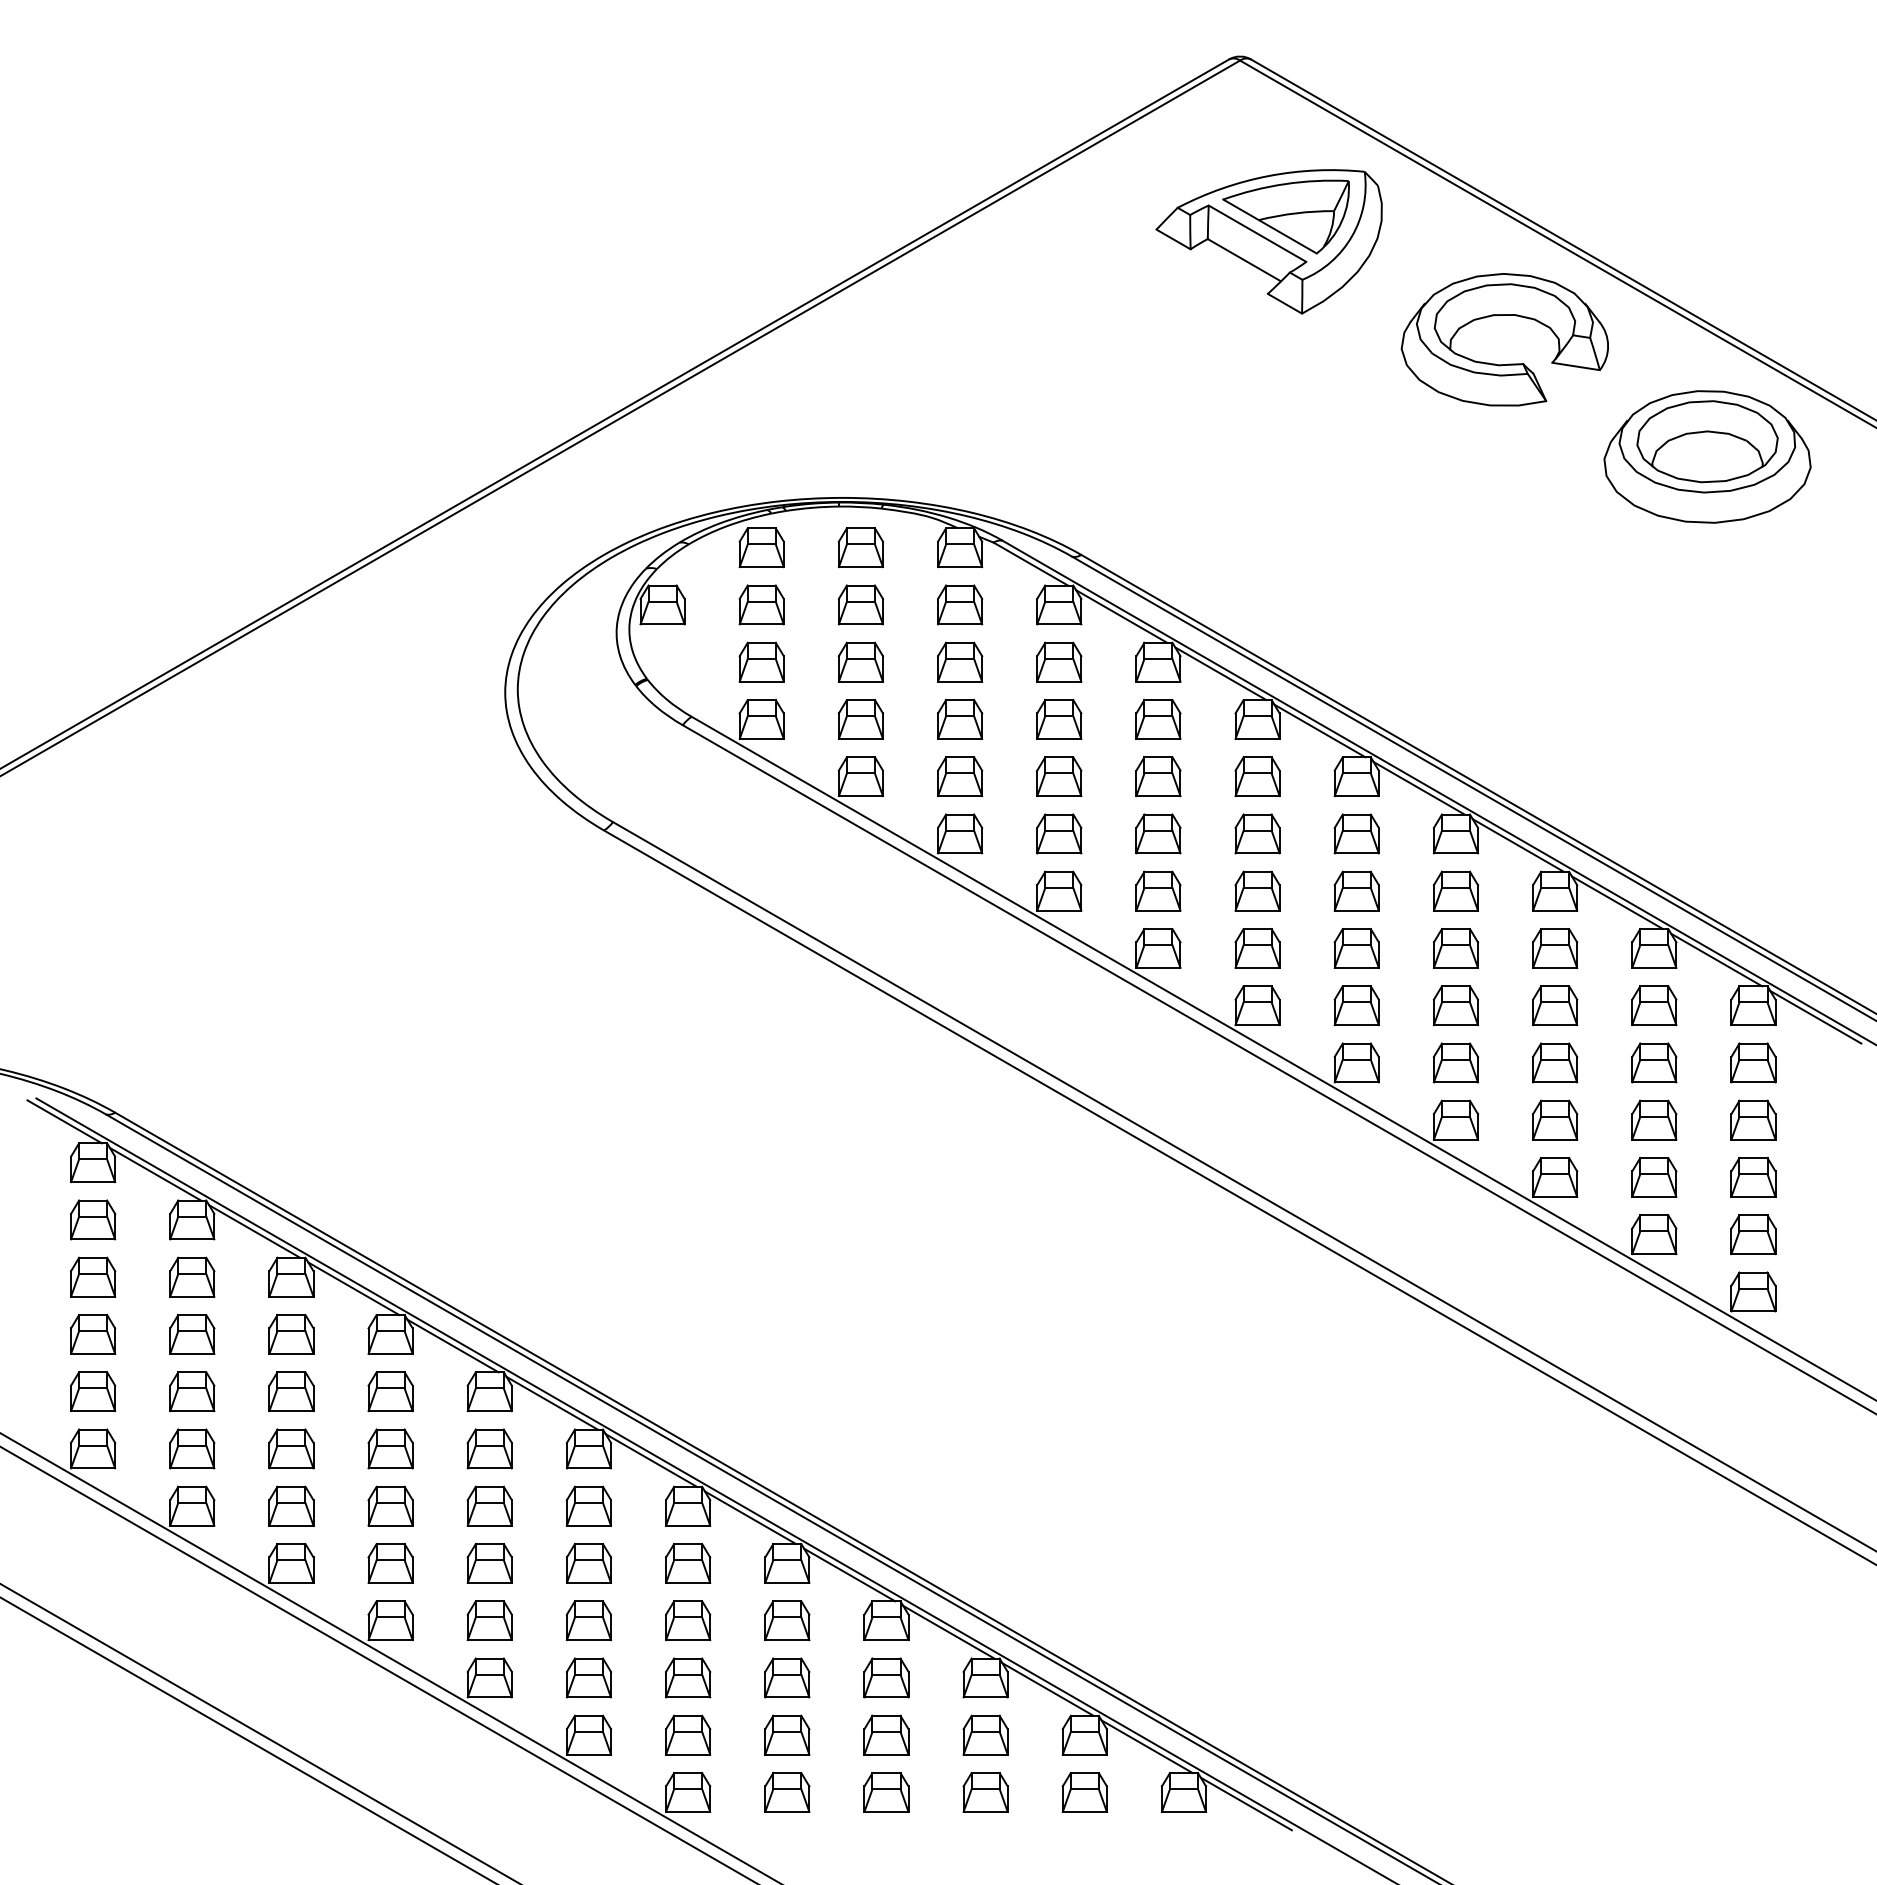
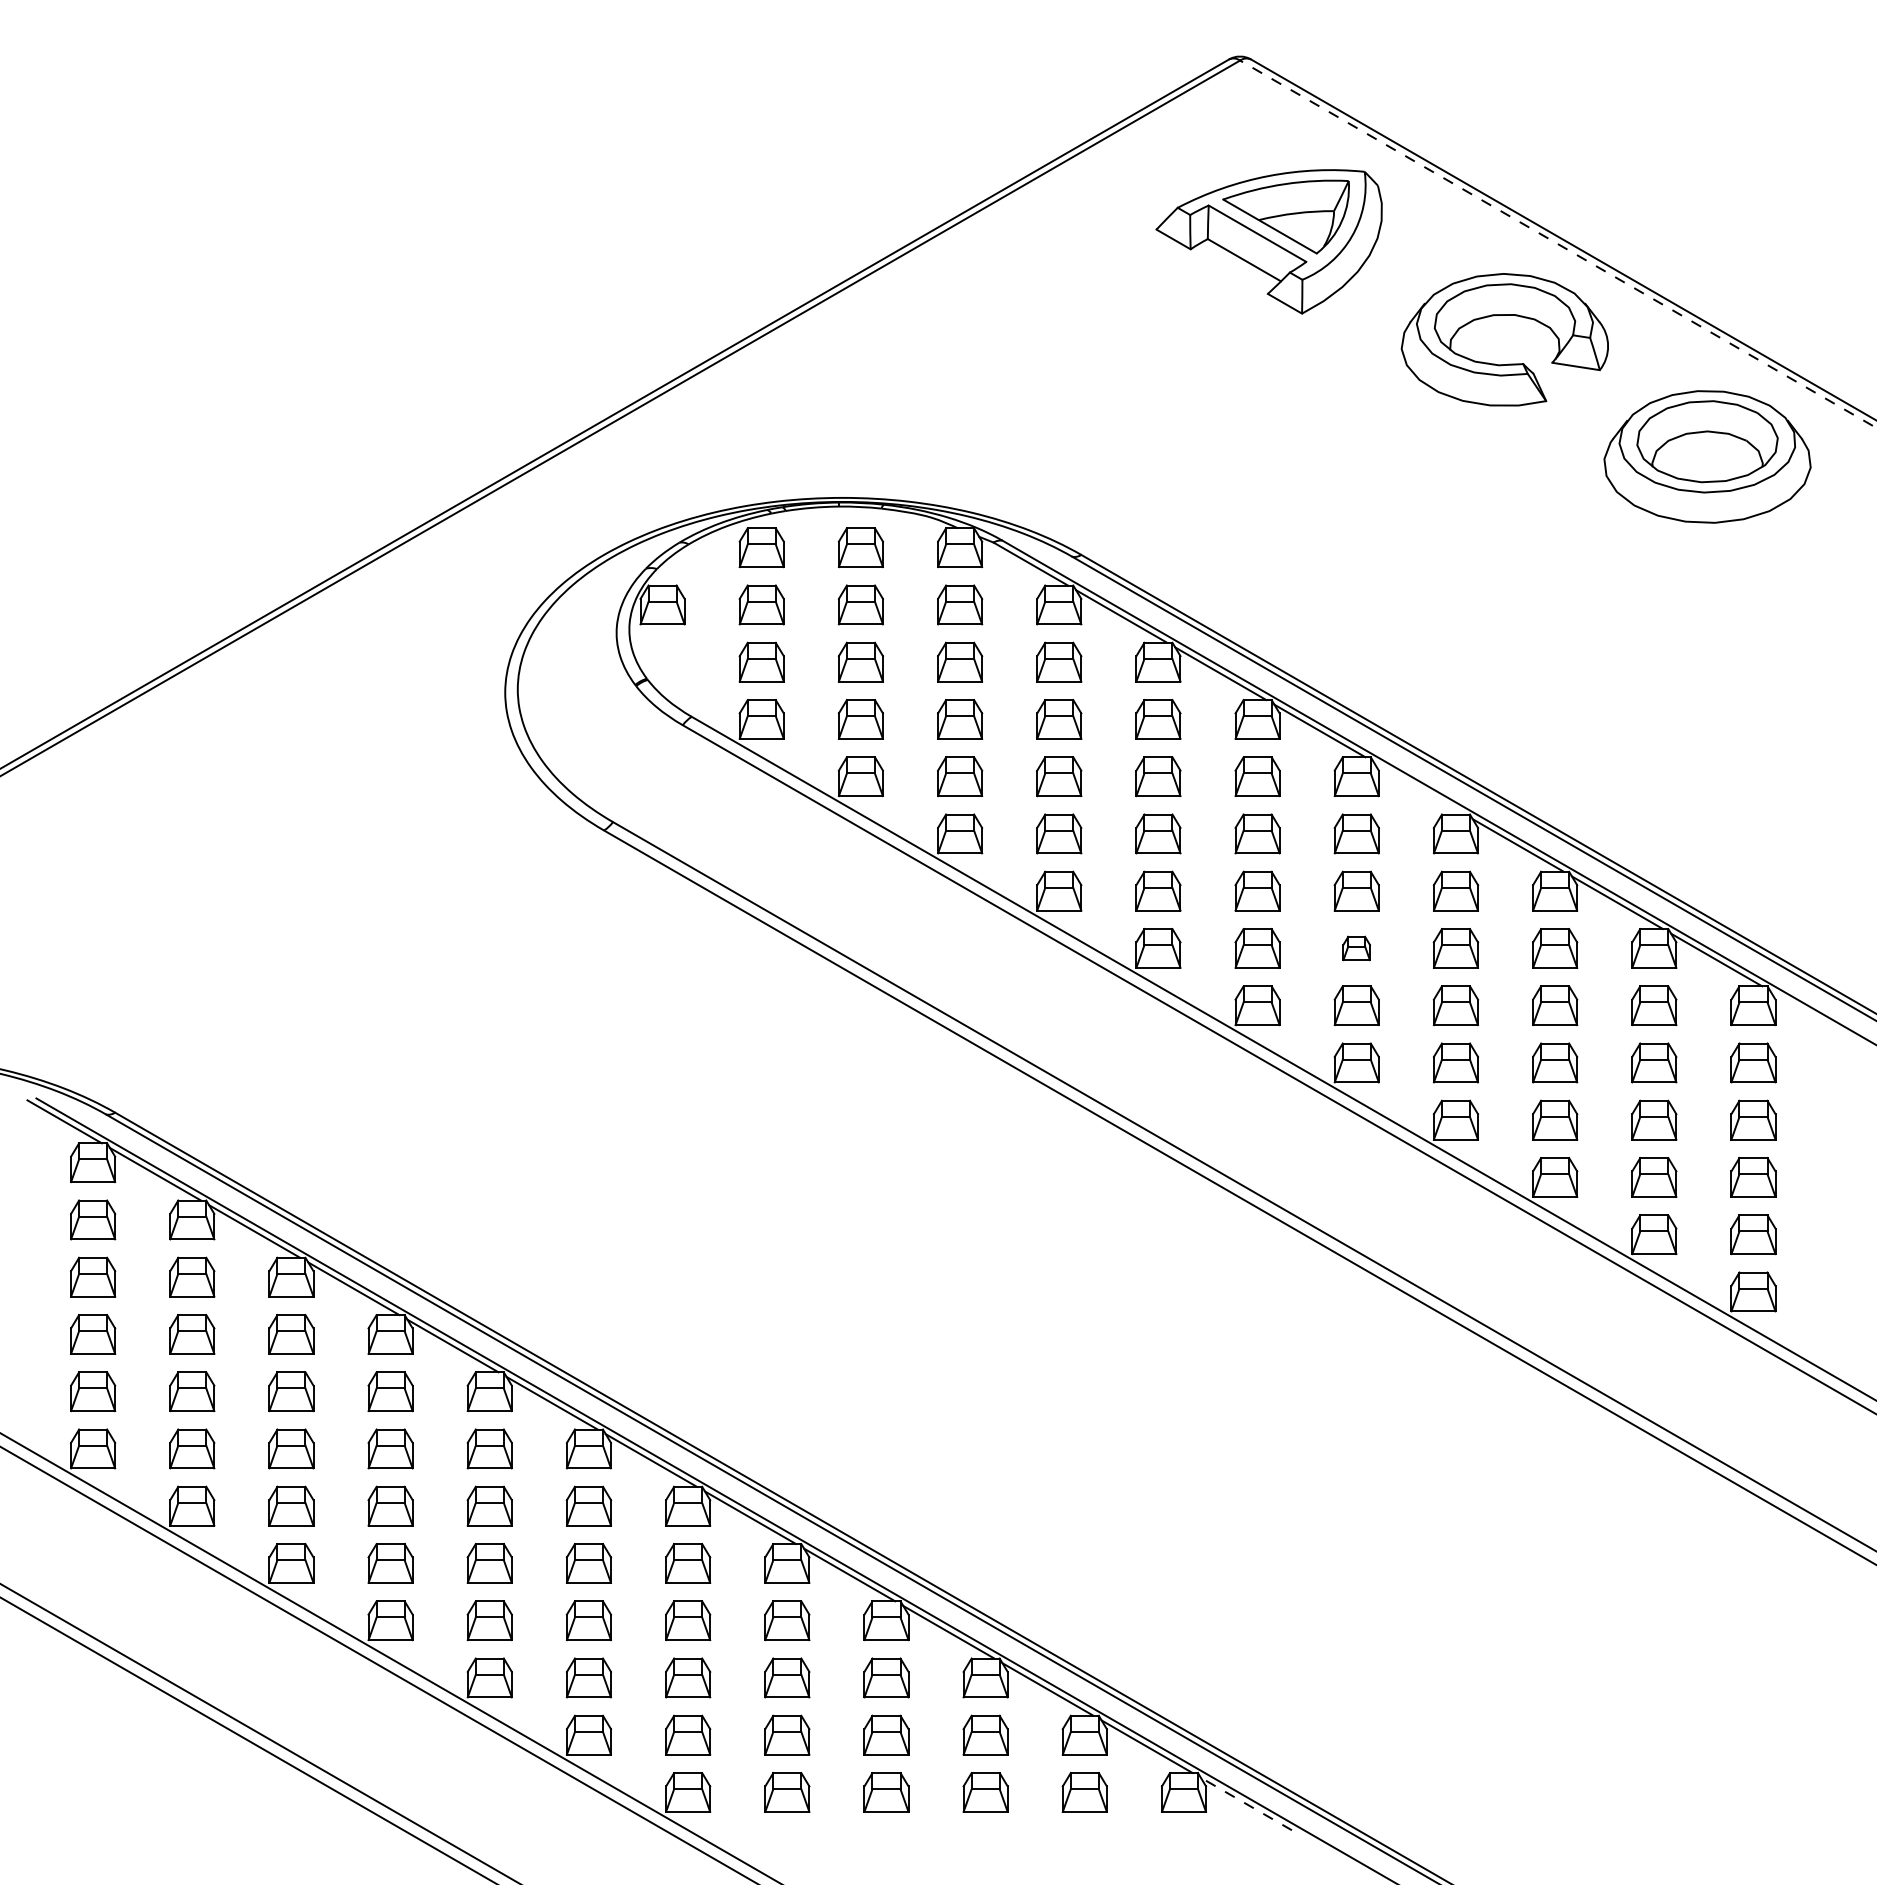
line at (1557, 244): solid -> dashed
line at (1418, 787): present -> none
part at (1356, 948) size: 47x41 px -> 29x27 px
line at (1815, 1016): present -> none
line at (1246, 1804): solid -> dashed
